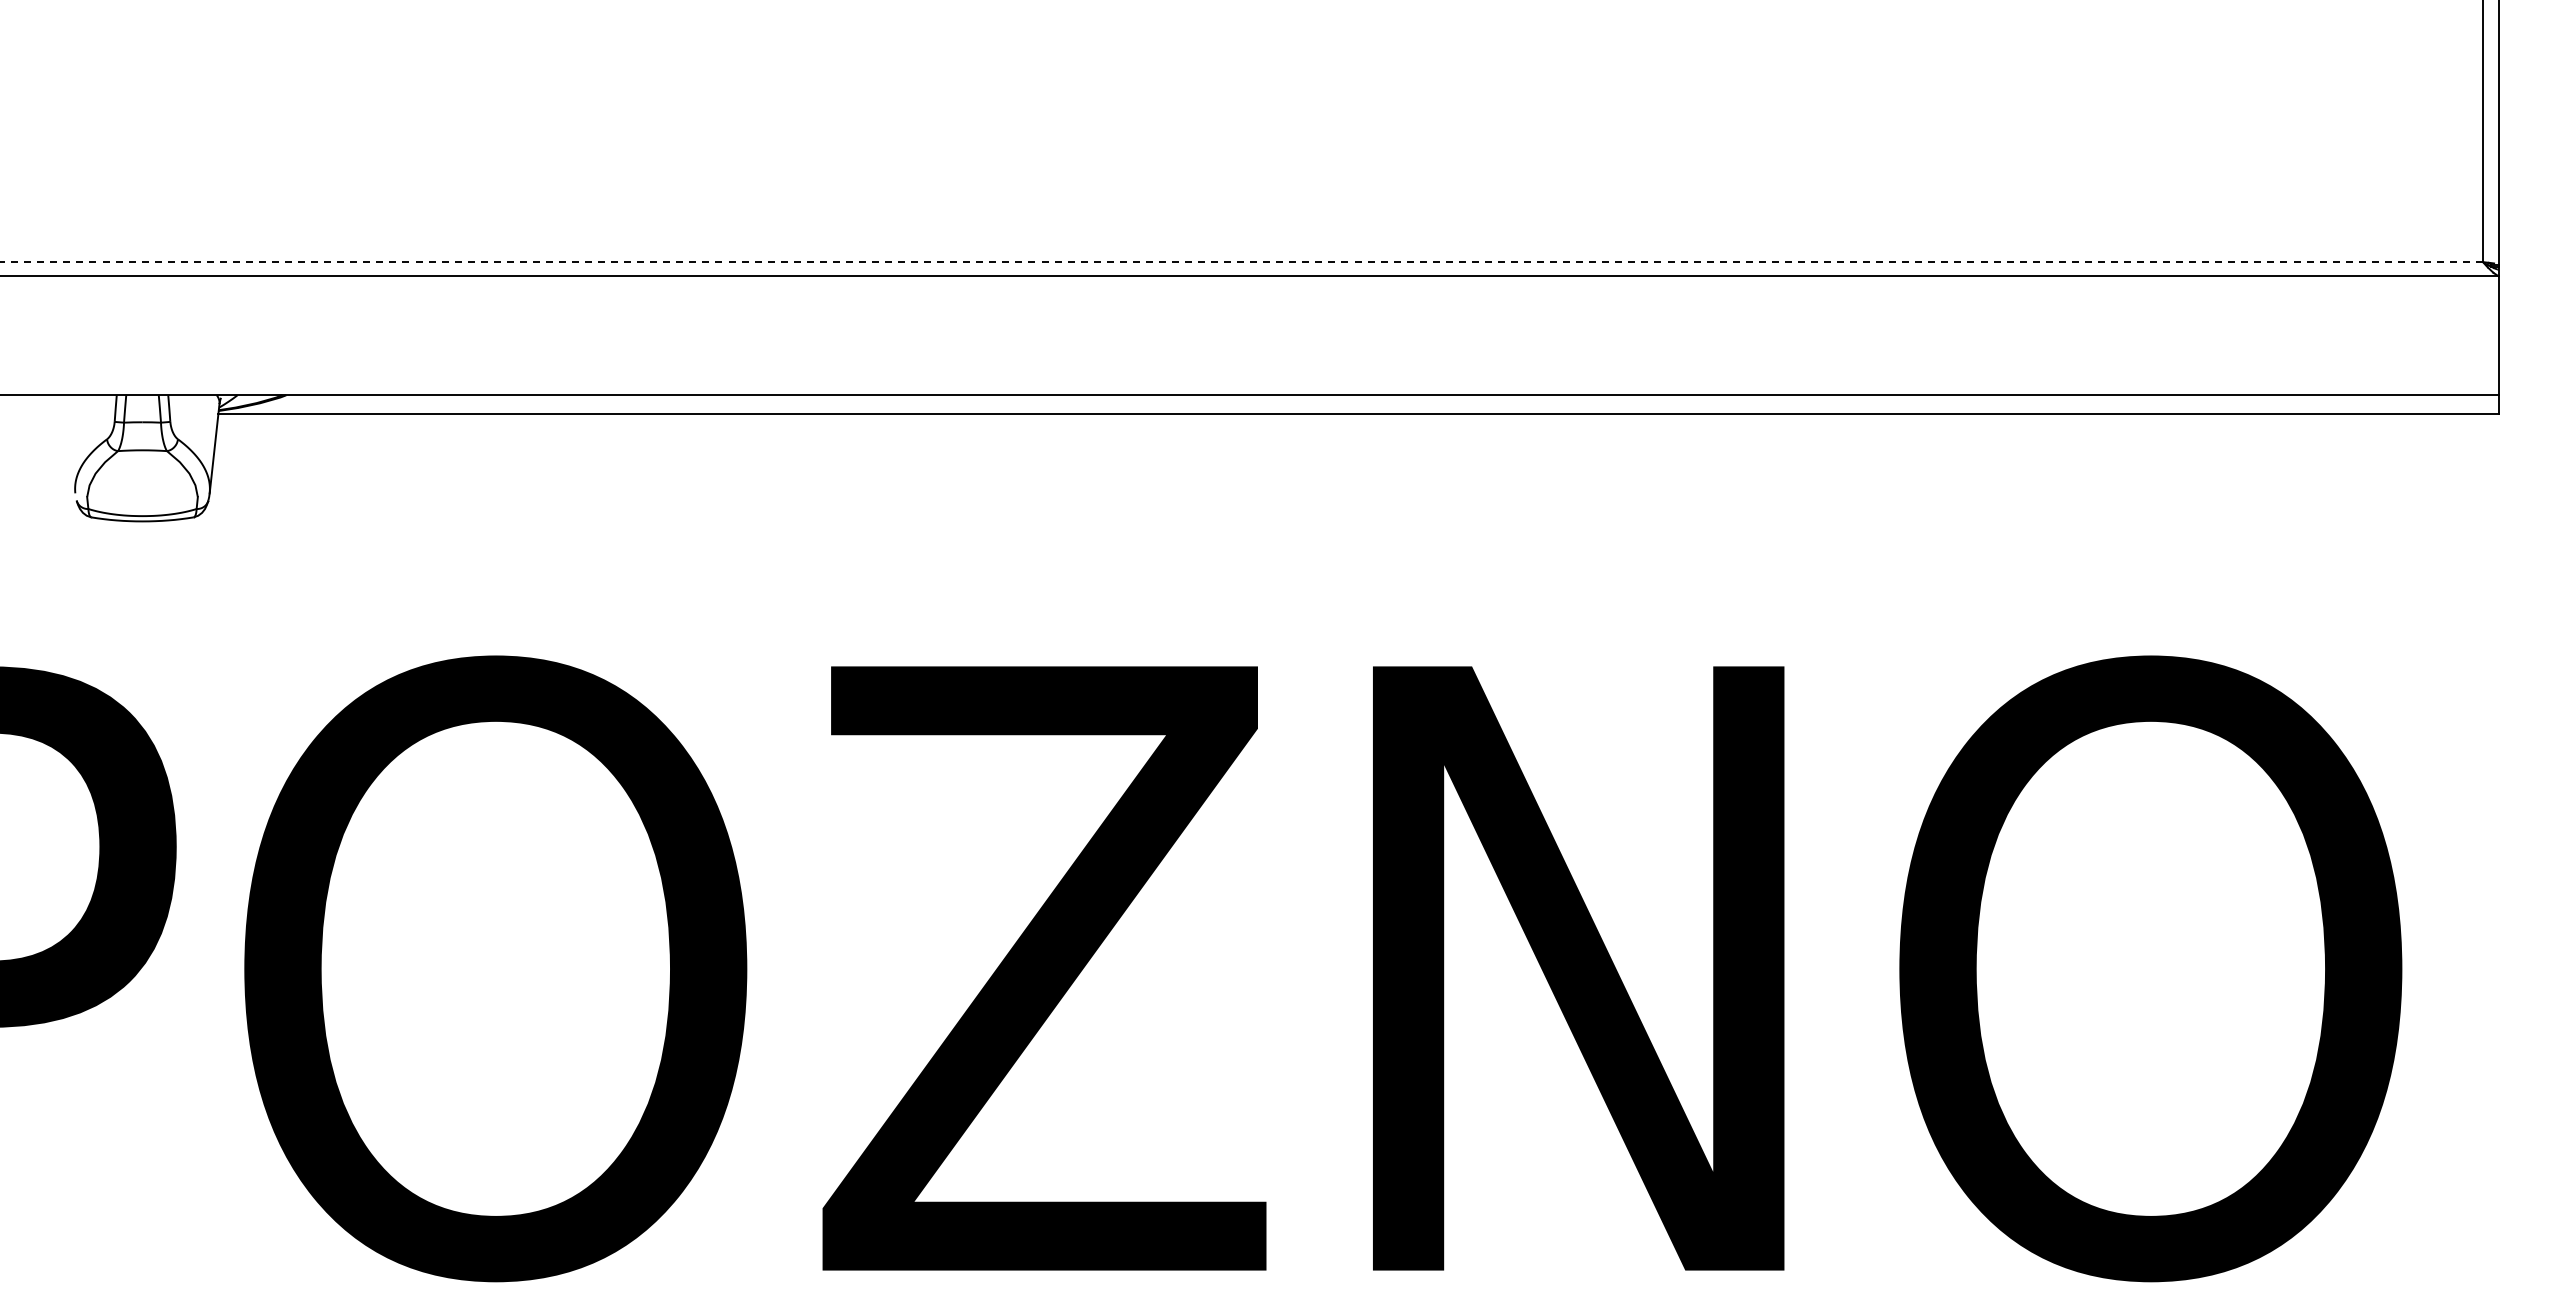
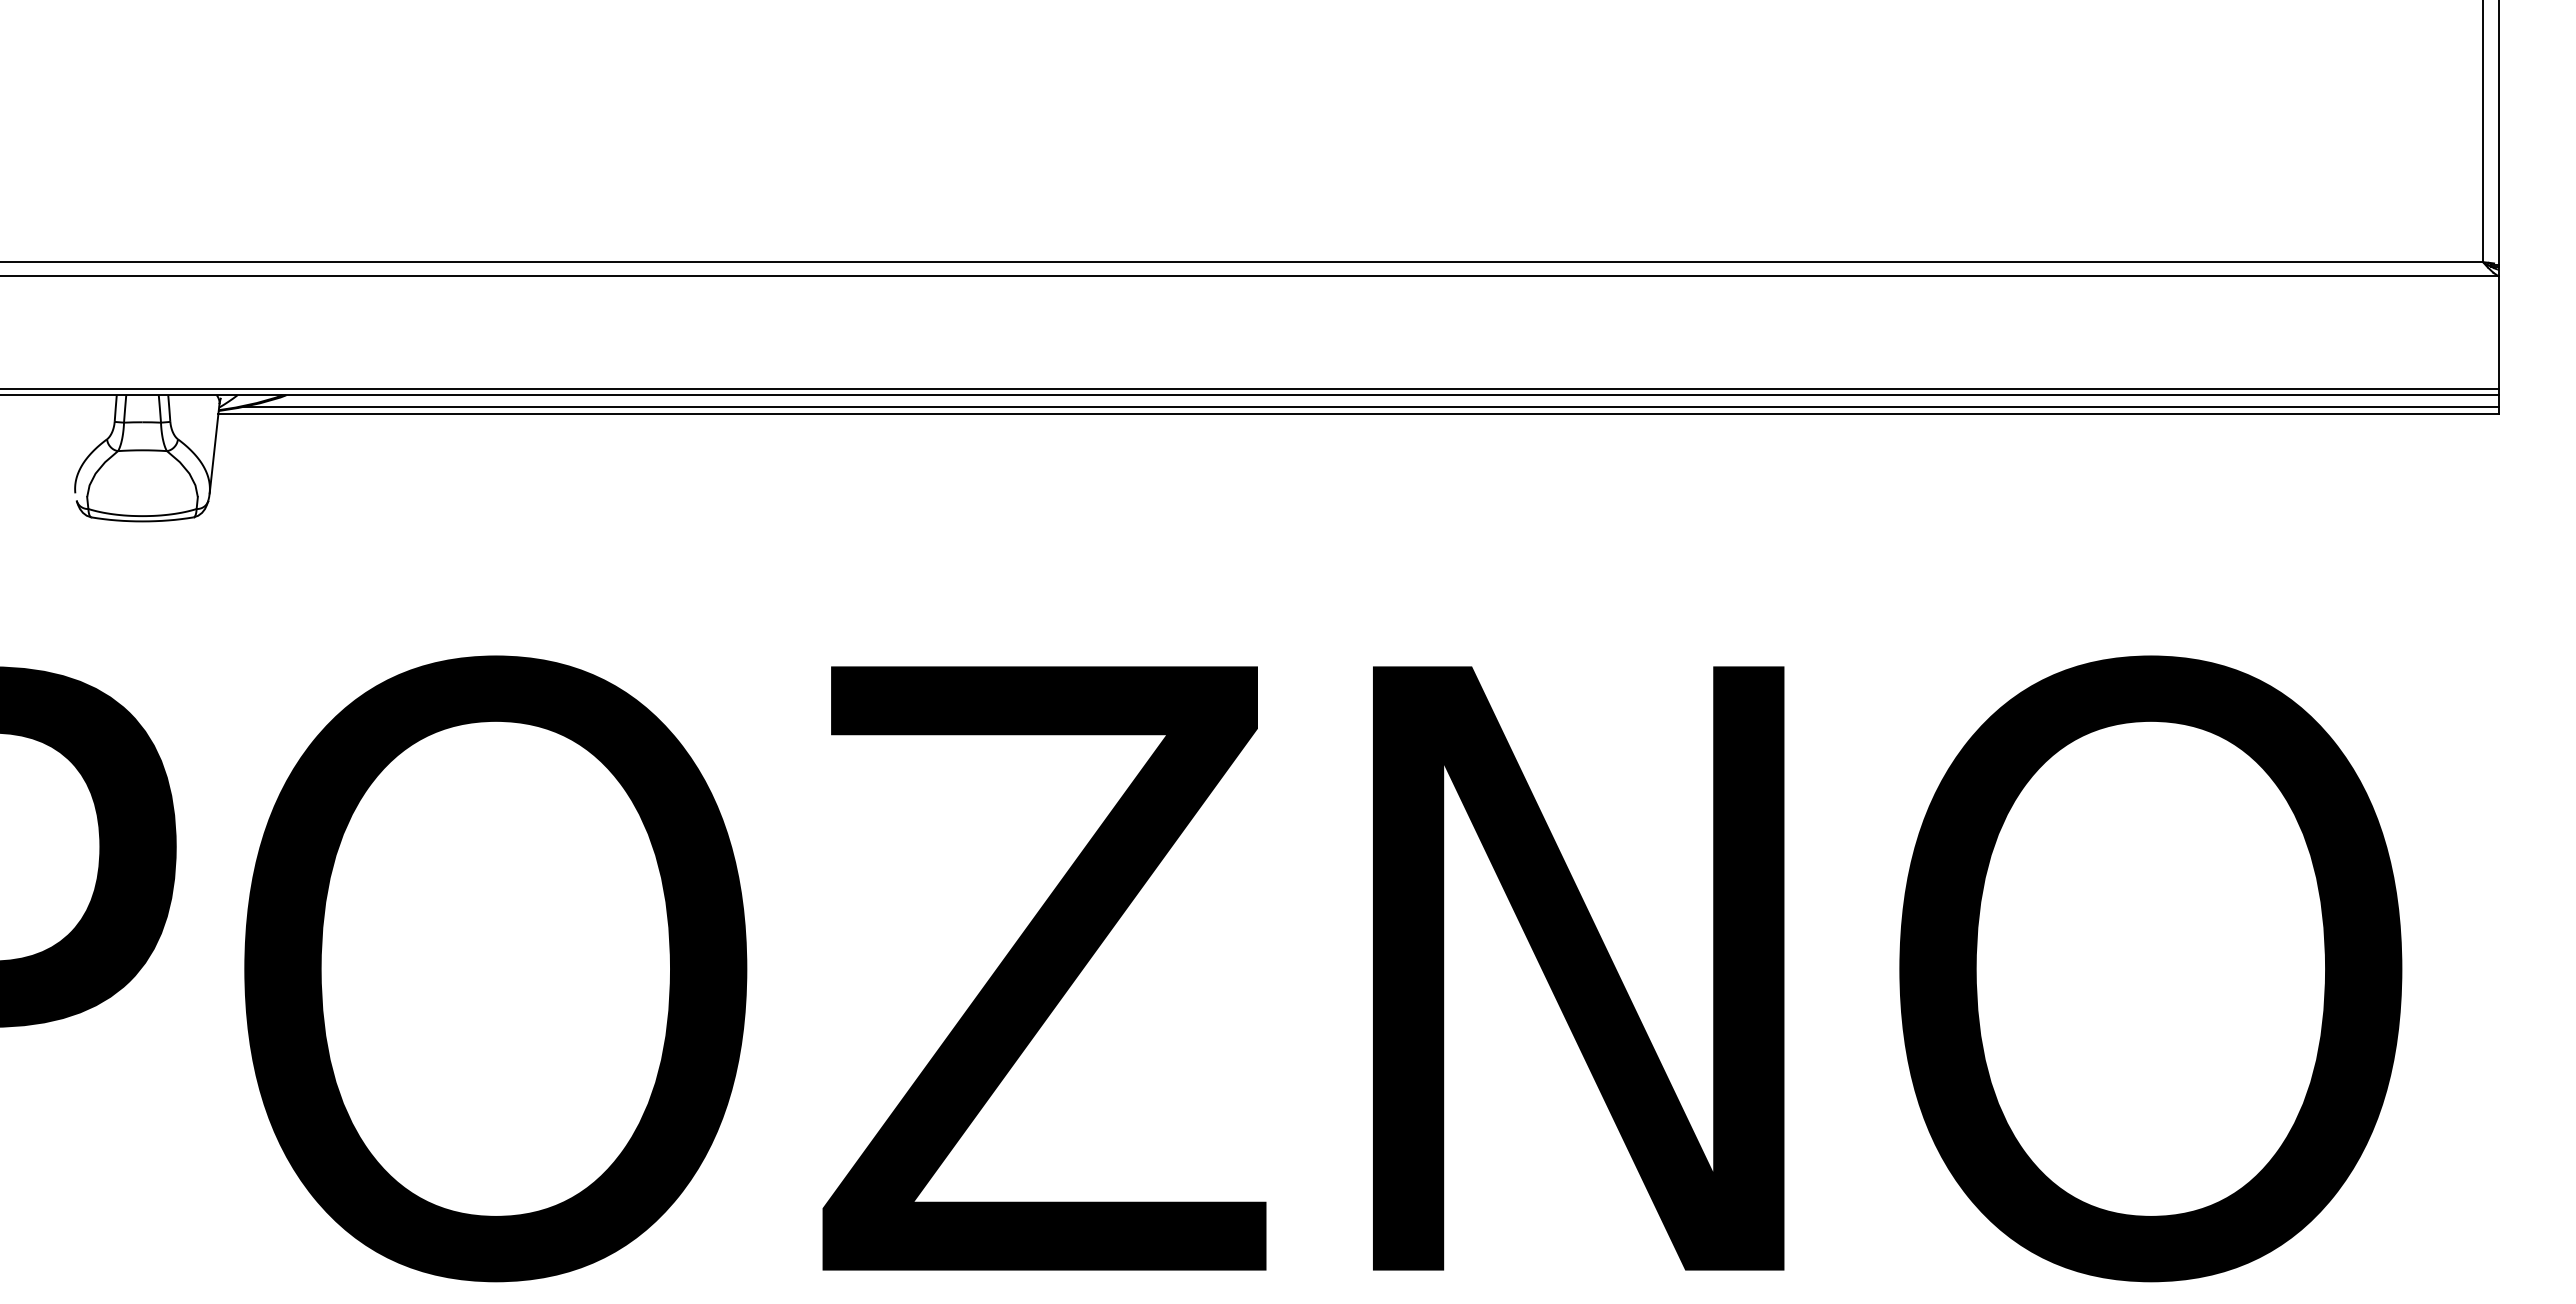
line at (1241, 262): dashed -> solid
line at (1250, 388): none -> present
line at (1370, 406): none -> present
